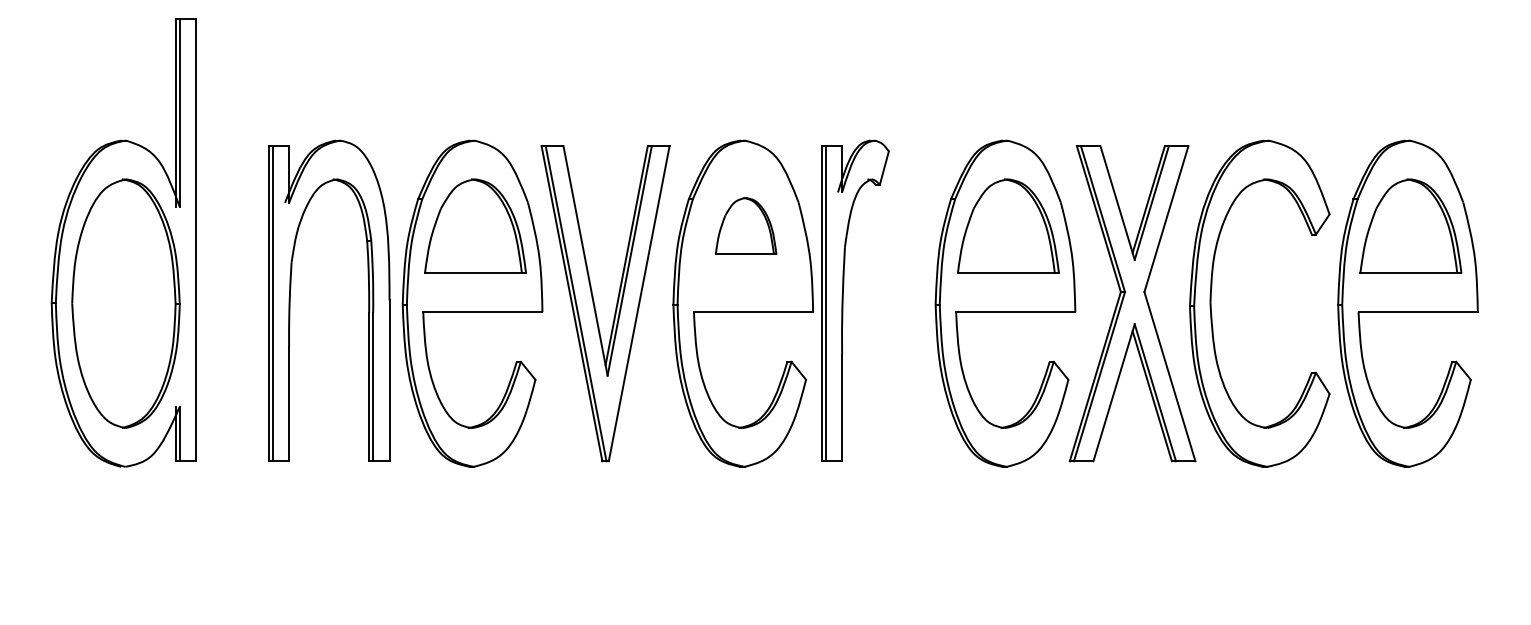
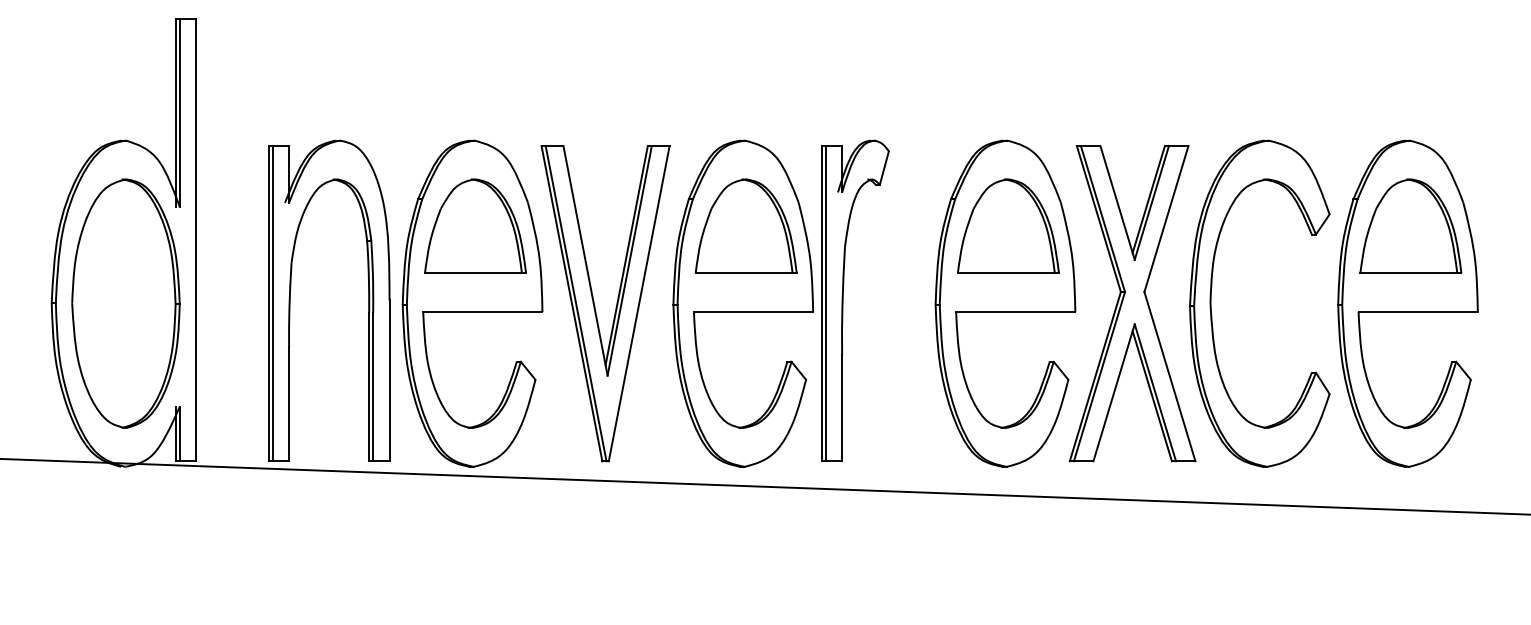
part at (746, 225) size: 63x58 px -> 104x96 px
line at (764, 486): none -> present
